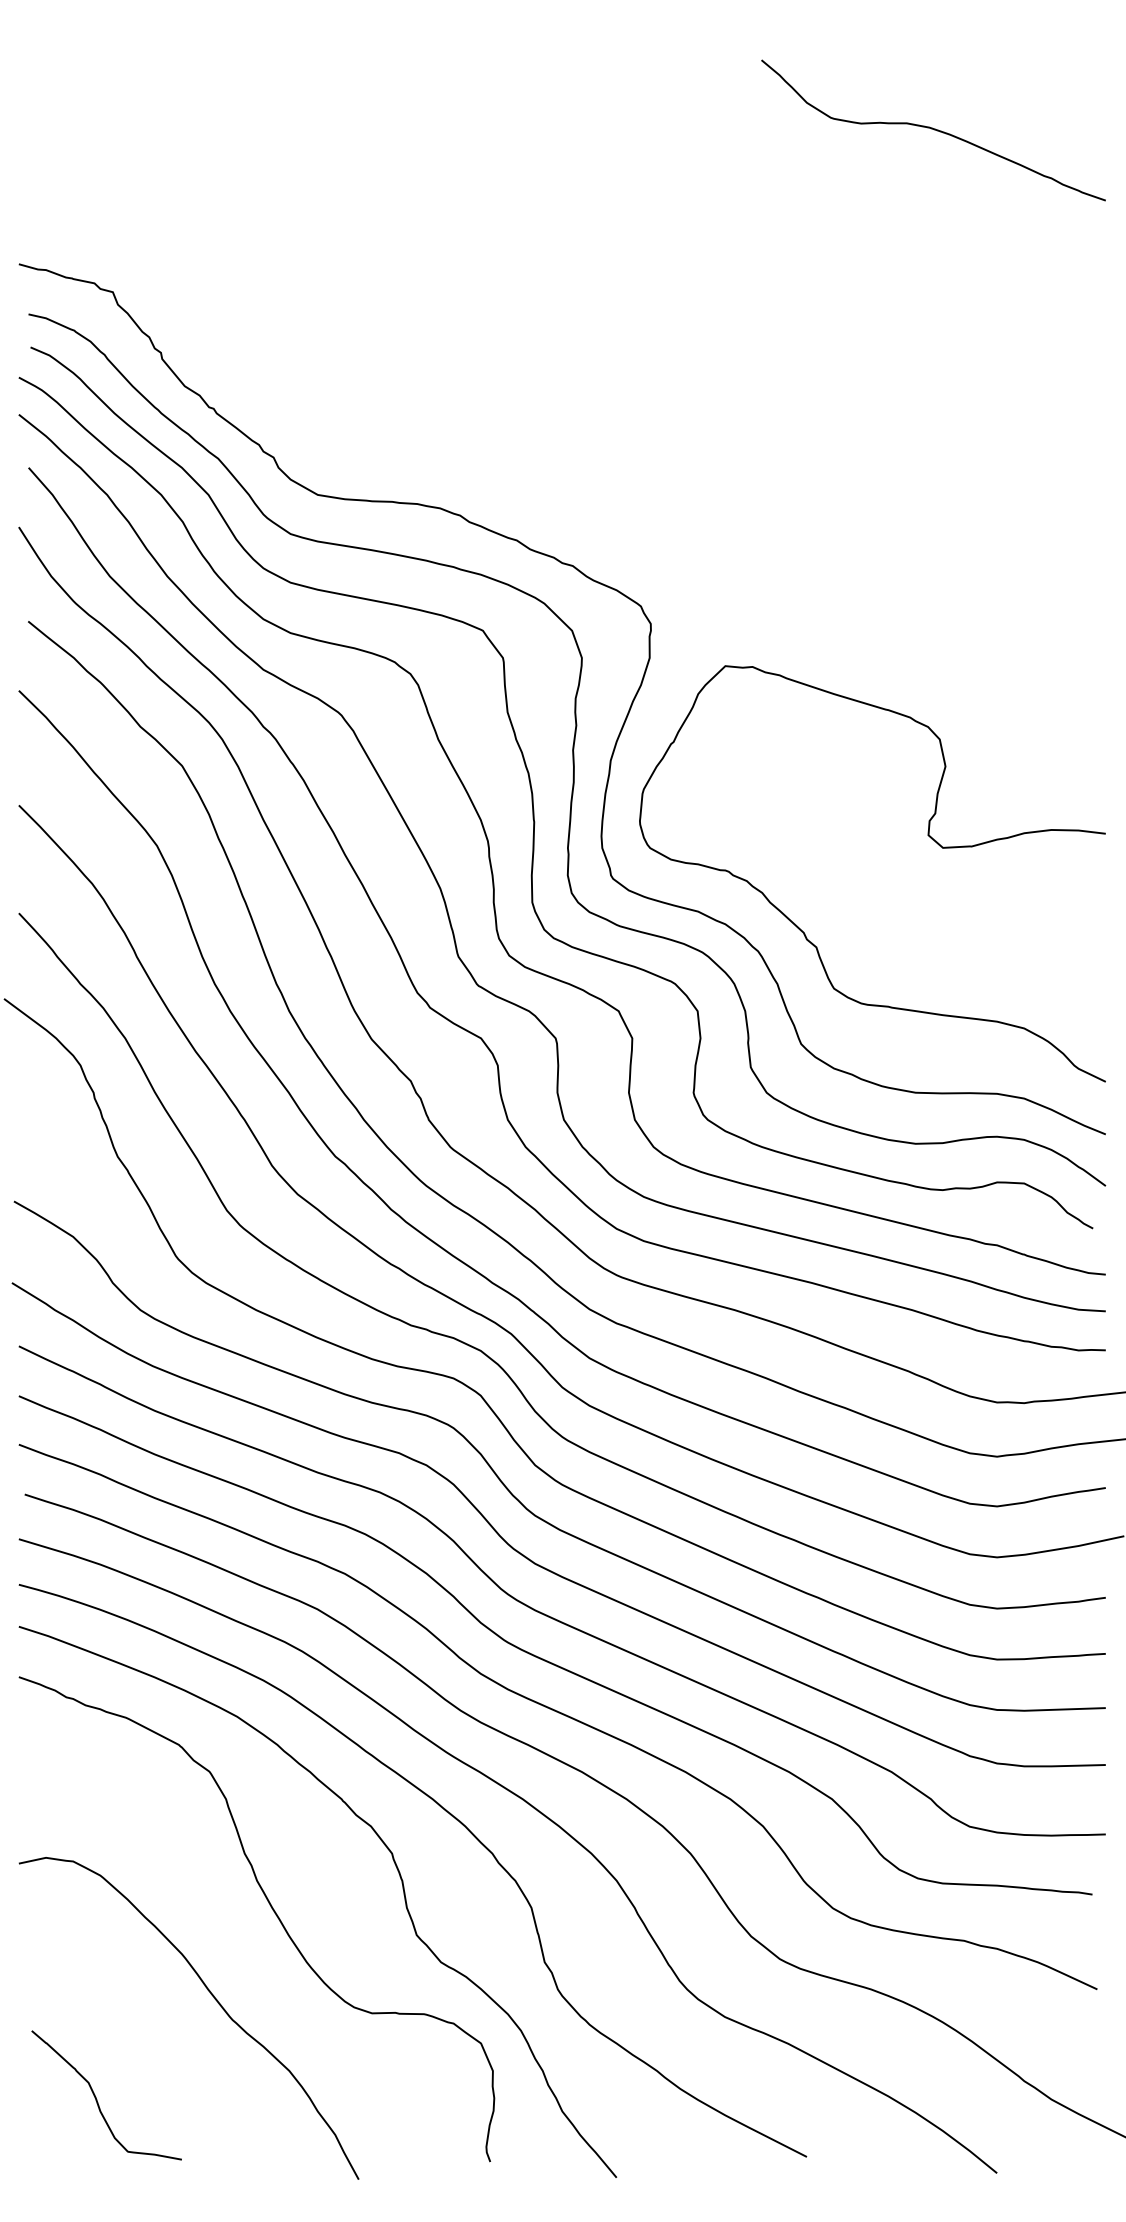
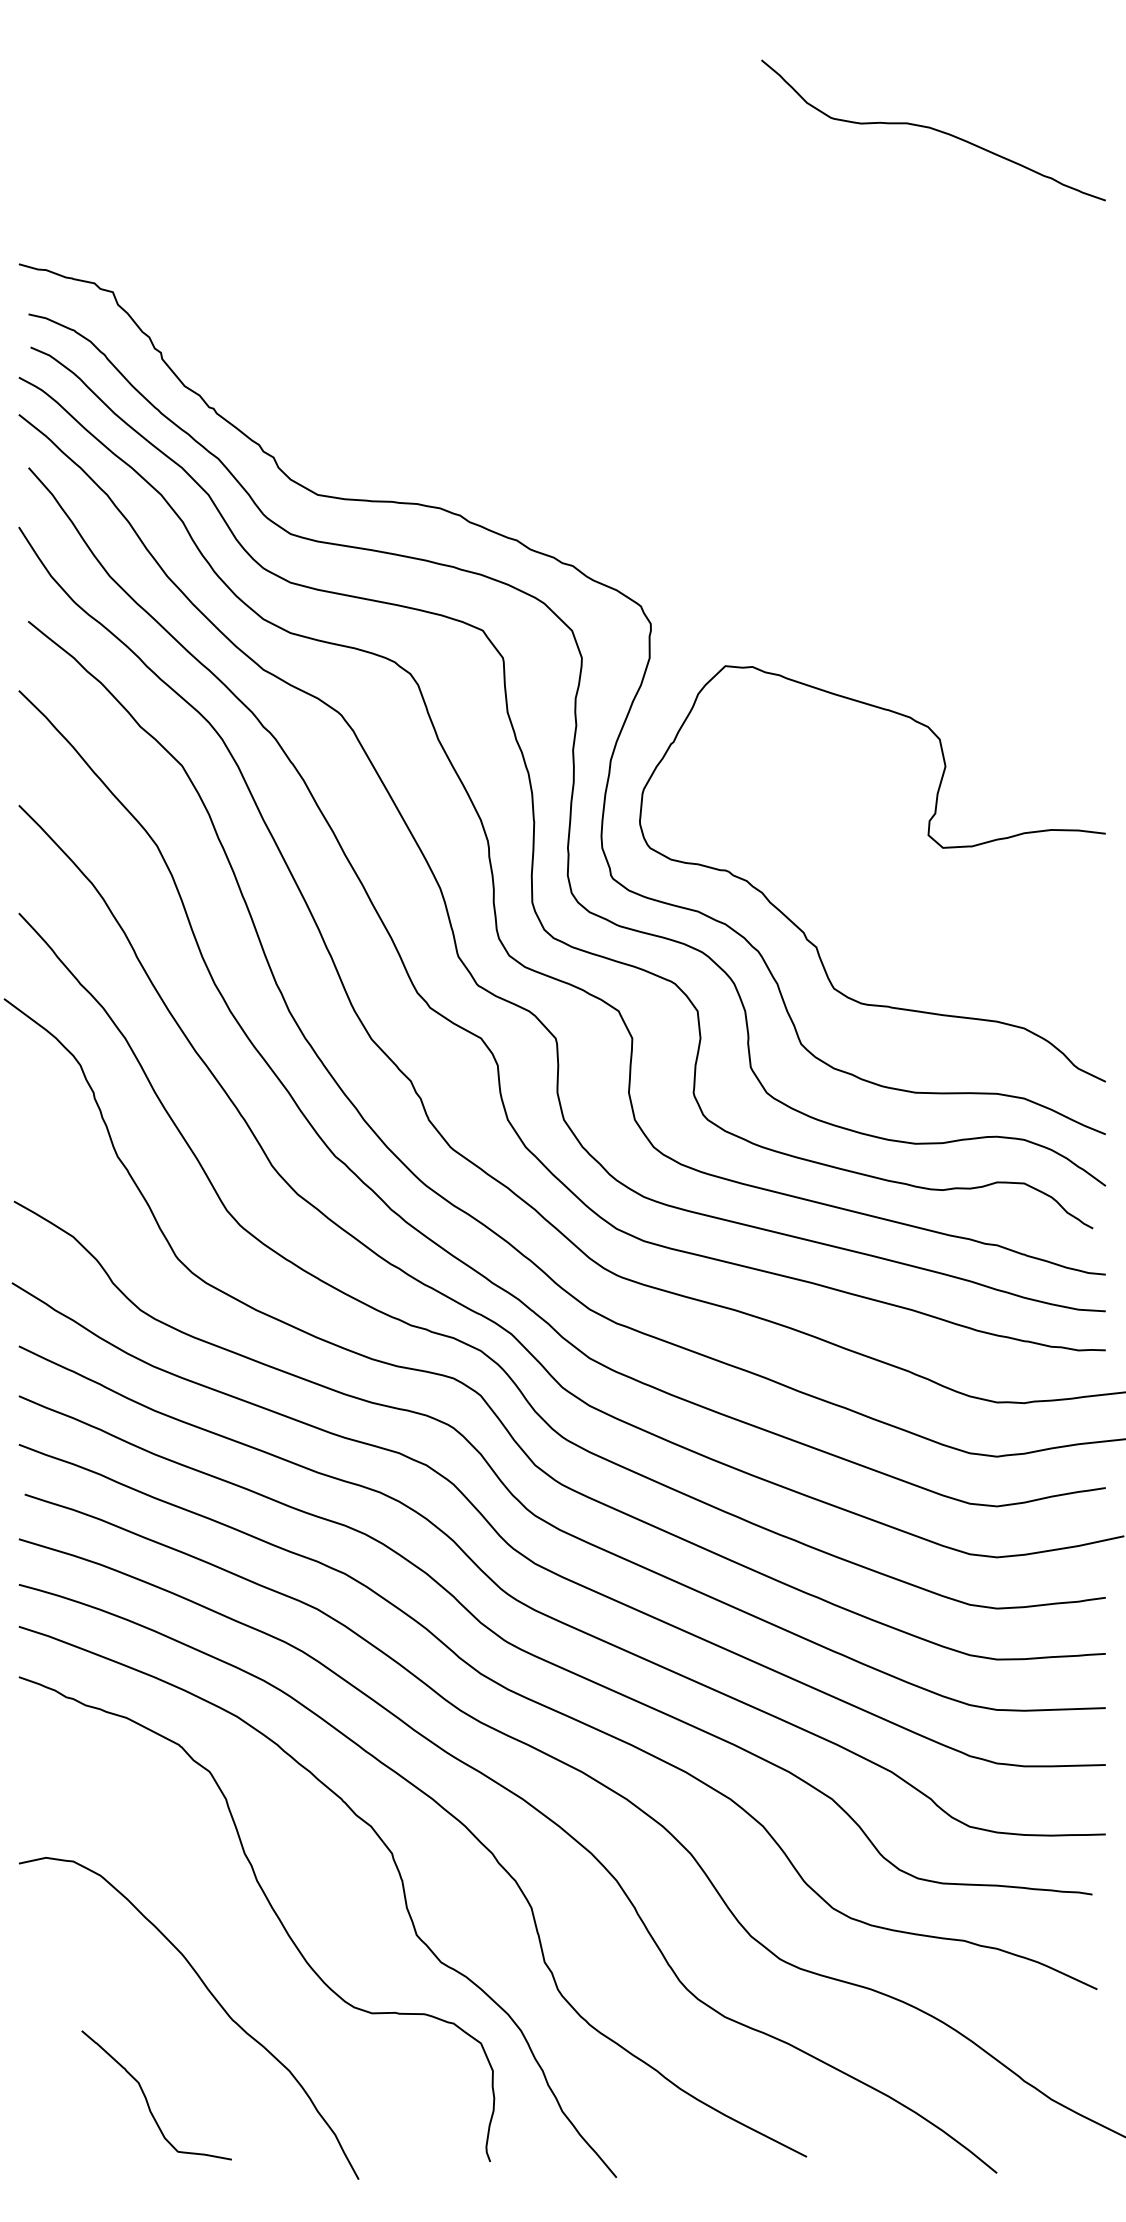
curve at (97, 2099) position: (97, 2099) -> (147, 2099)
